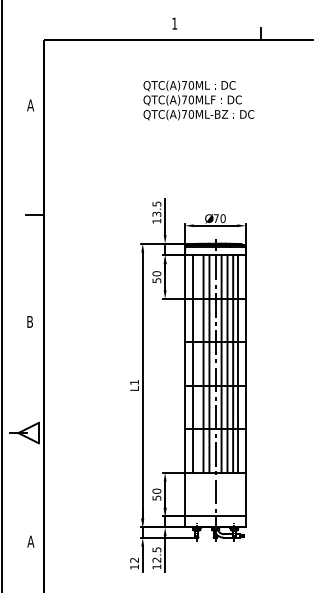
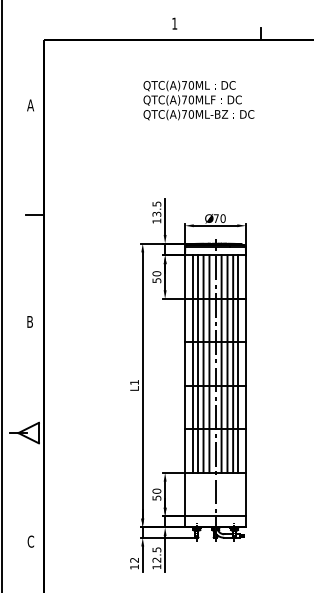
line at (197, 363): none -> present
text at (30, 541): A -> C
